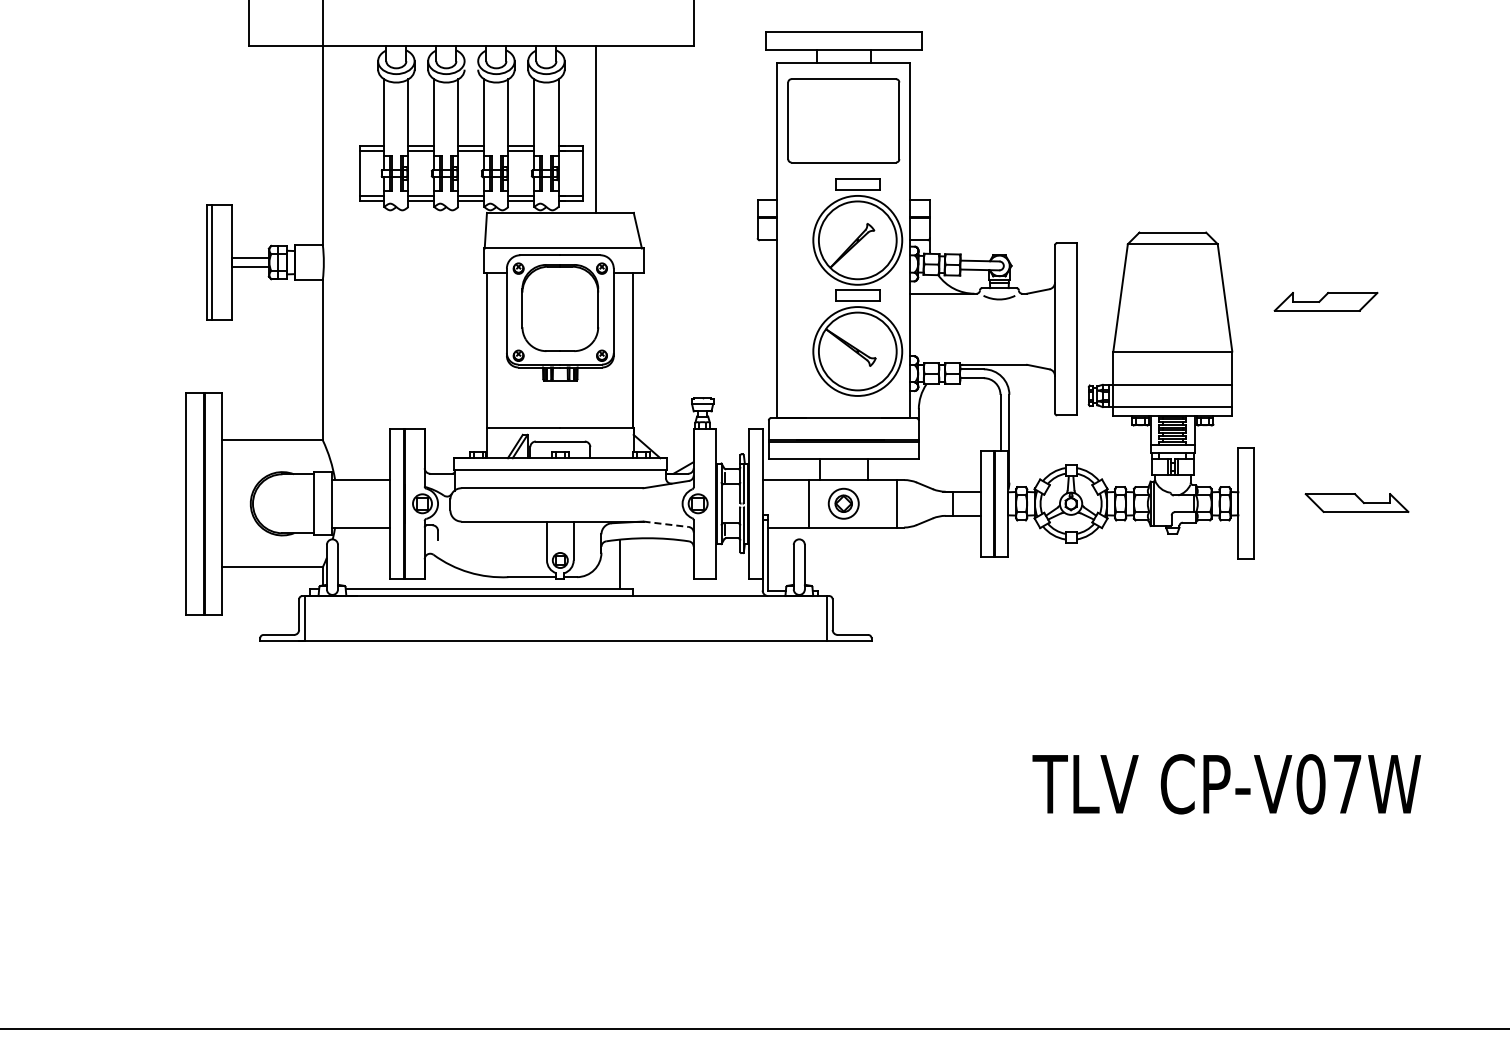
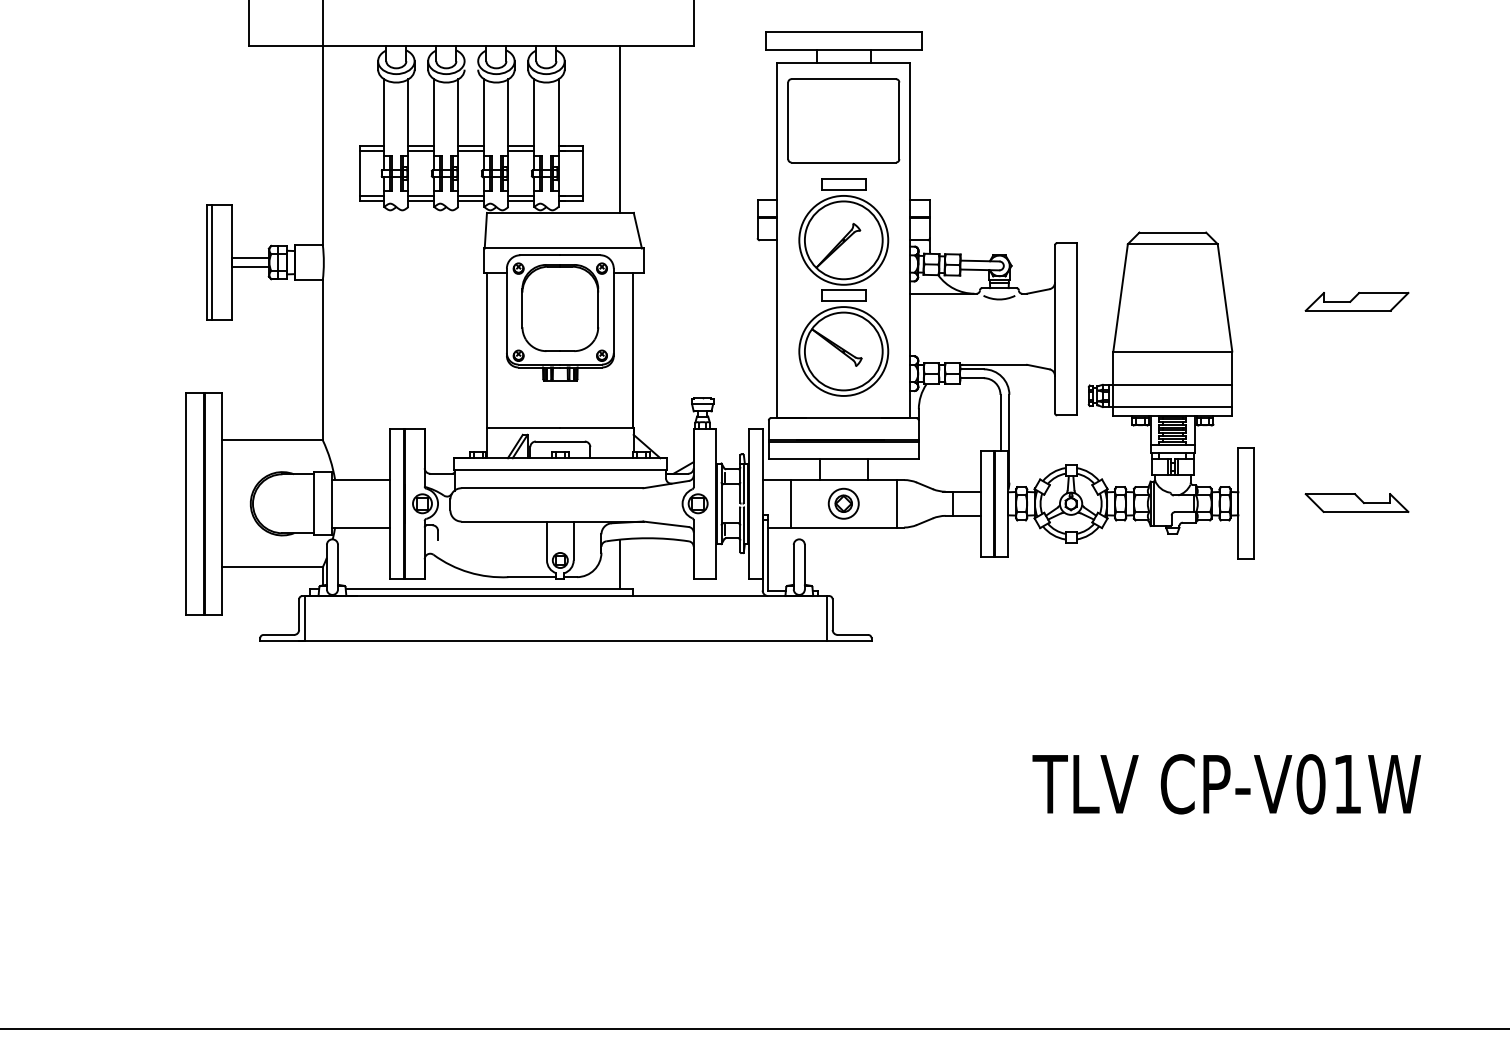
line at (596, 128) position: (596, 128) -> (620, 128)
part at (857, 287) position: (857, 287) -> (843, 287)
part at (1325, 301) position: (1325, 301) -> (1356, 301)
line at (808, 503) position: (808, 503) -> (790, 503)
line at (666, 524): dashed -> solid
text at (1347, 784): CP-V07W -> CP-V01W
